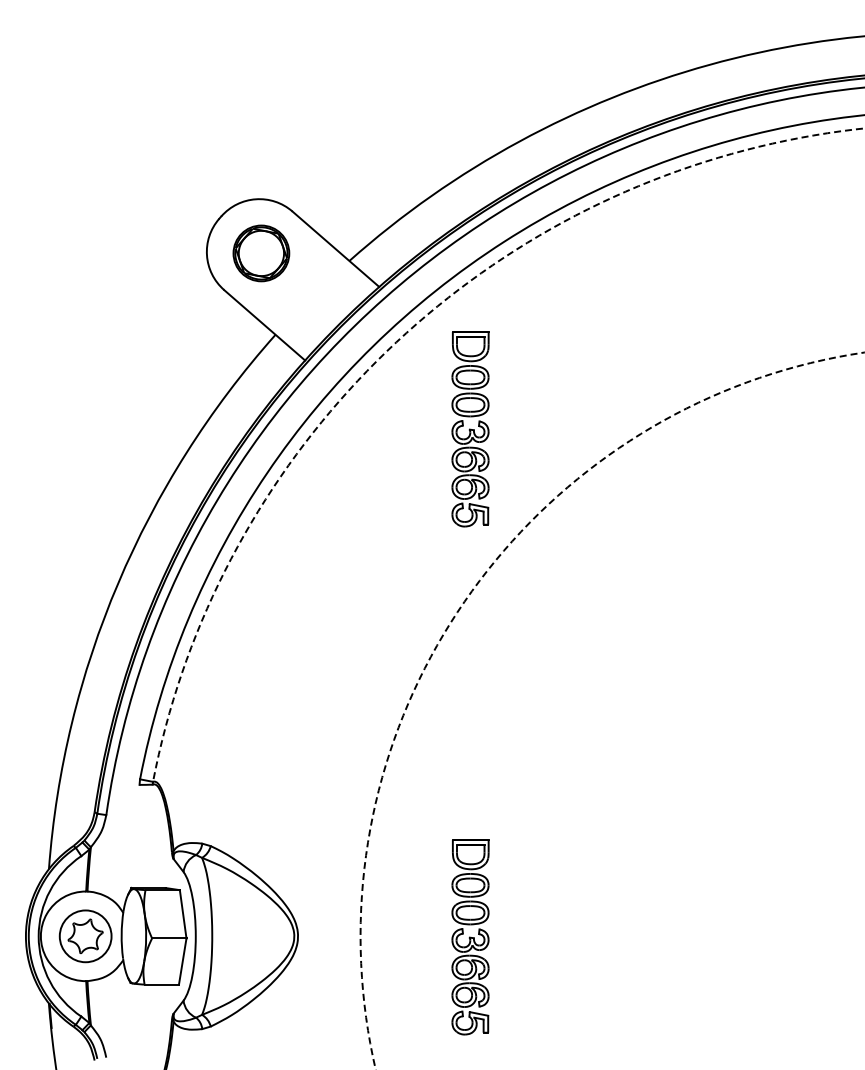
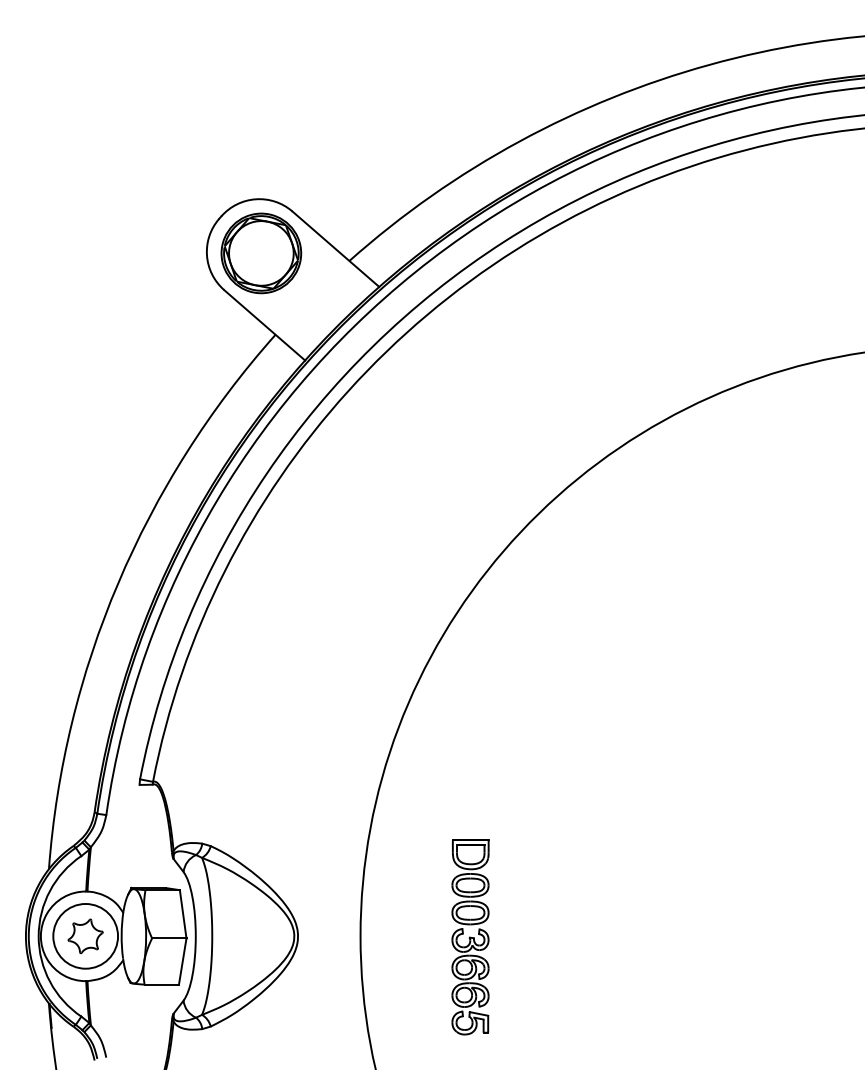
part at (261, 253) size: 59x59 px -> 83x83 px
arc at (400, 338): dashed -> solid
part at (470, 429): present -> none
arc at (461, 605): dashed -> solid
circle at (85, 936) diameter: 52 px -> 65 px
